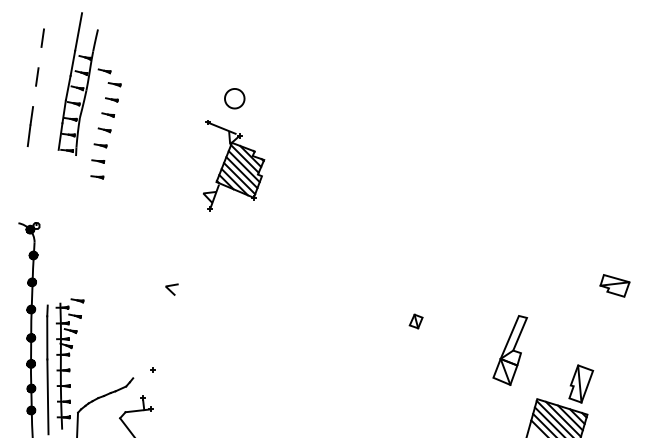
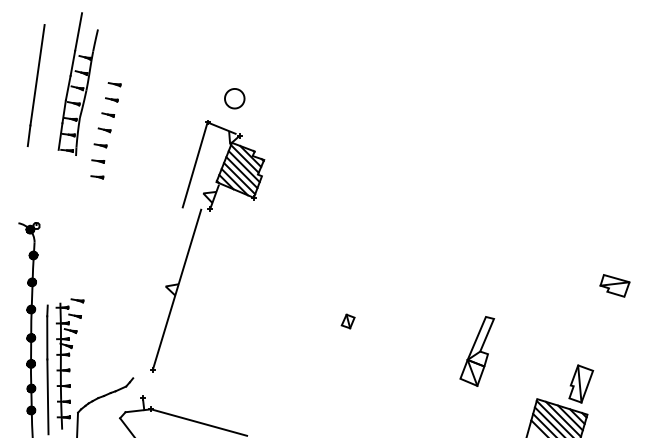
part at (104, 71): present -> none
line at (37, 75): dashed -> solid
line at (194, 164): none -> present
line at (176, 289): none -> present
part at (415, 321) position: (415, 321) -> (347, 321)
part at (510, 350) position: (510, 350) -> (477, 351)
line at (197, 421): none -> present
